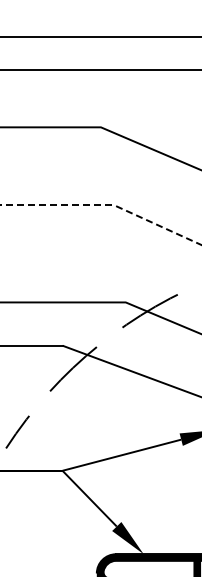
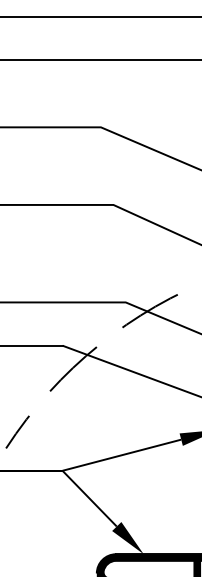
line at (100, 37) position: (100, 37) -> (100, 17)
line at (100, 69) position: (100, 69) -> (100, 59)
line at (105, 204): dashed -> solid
